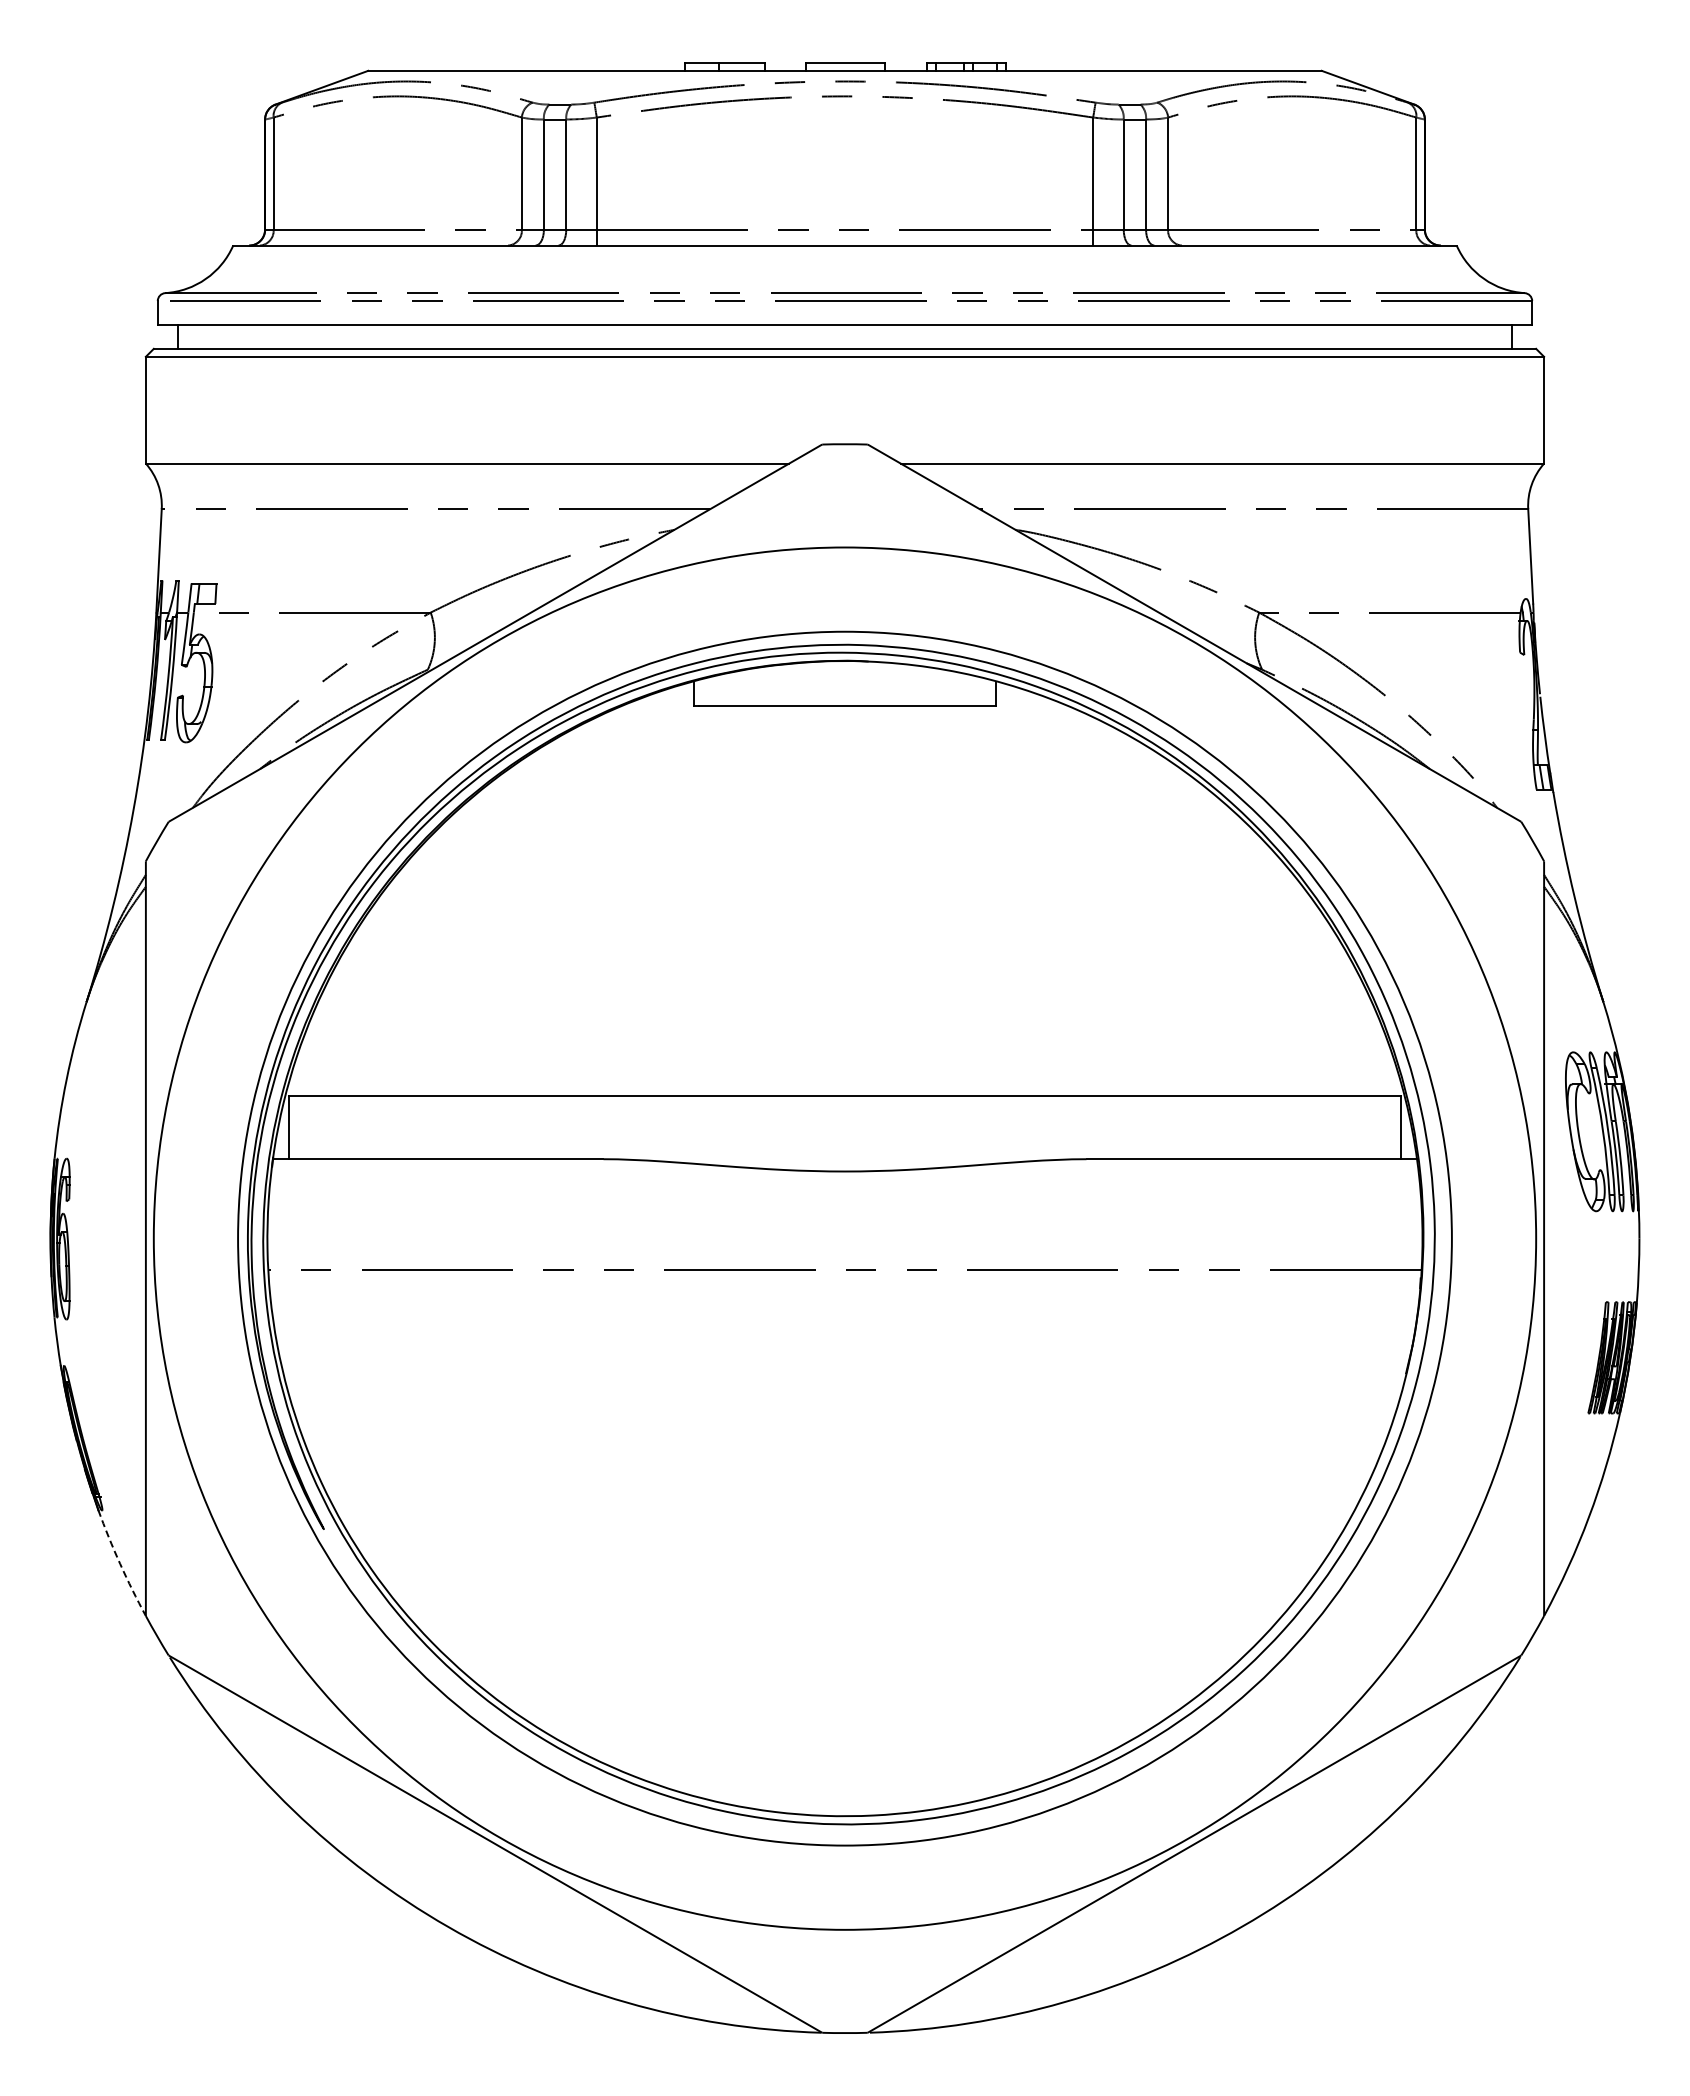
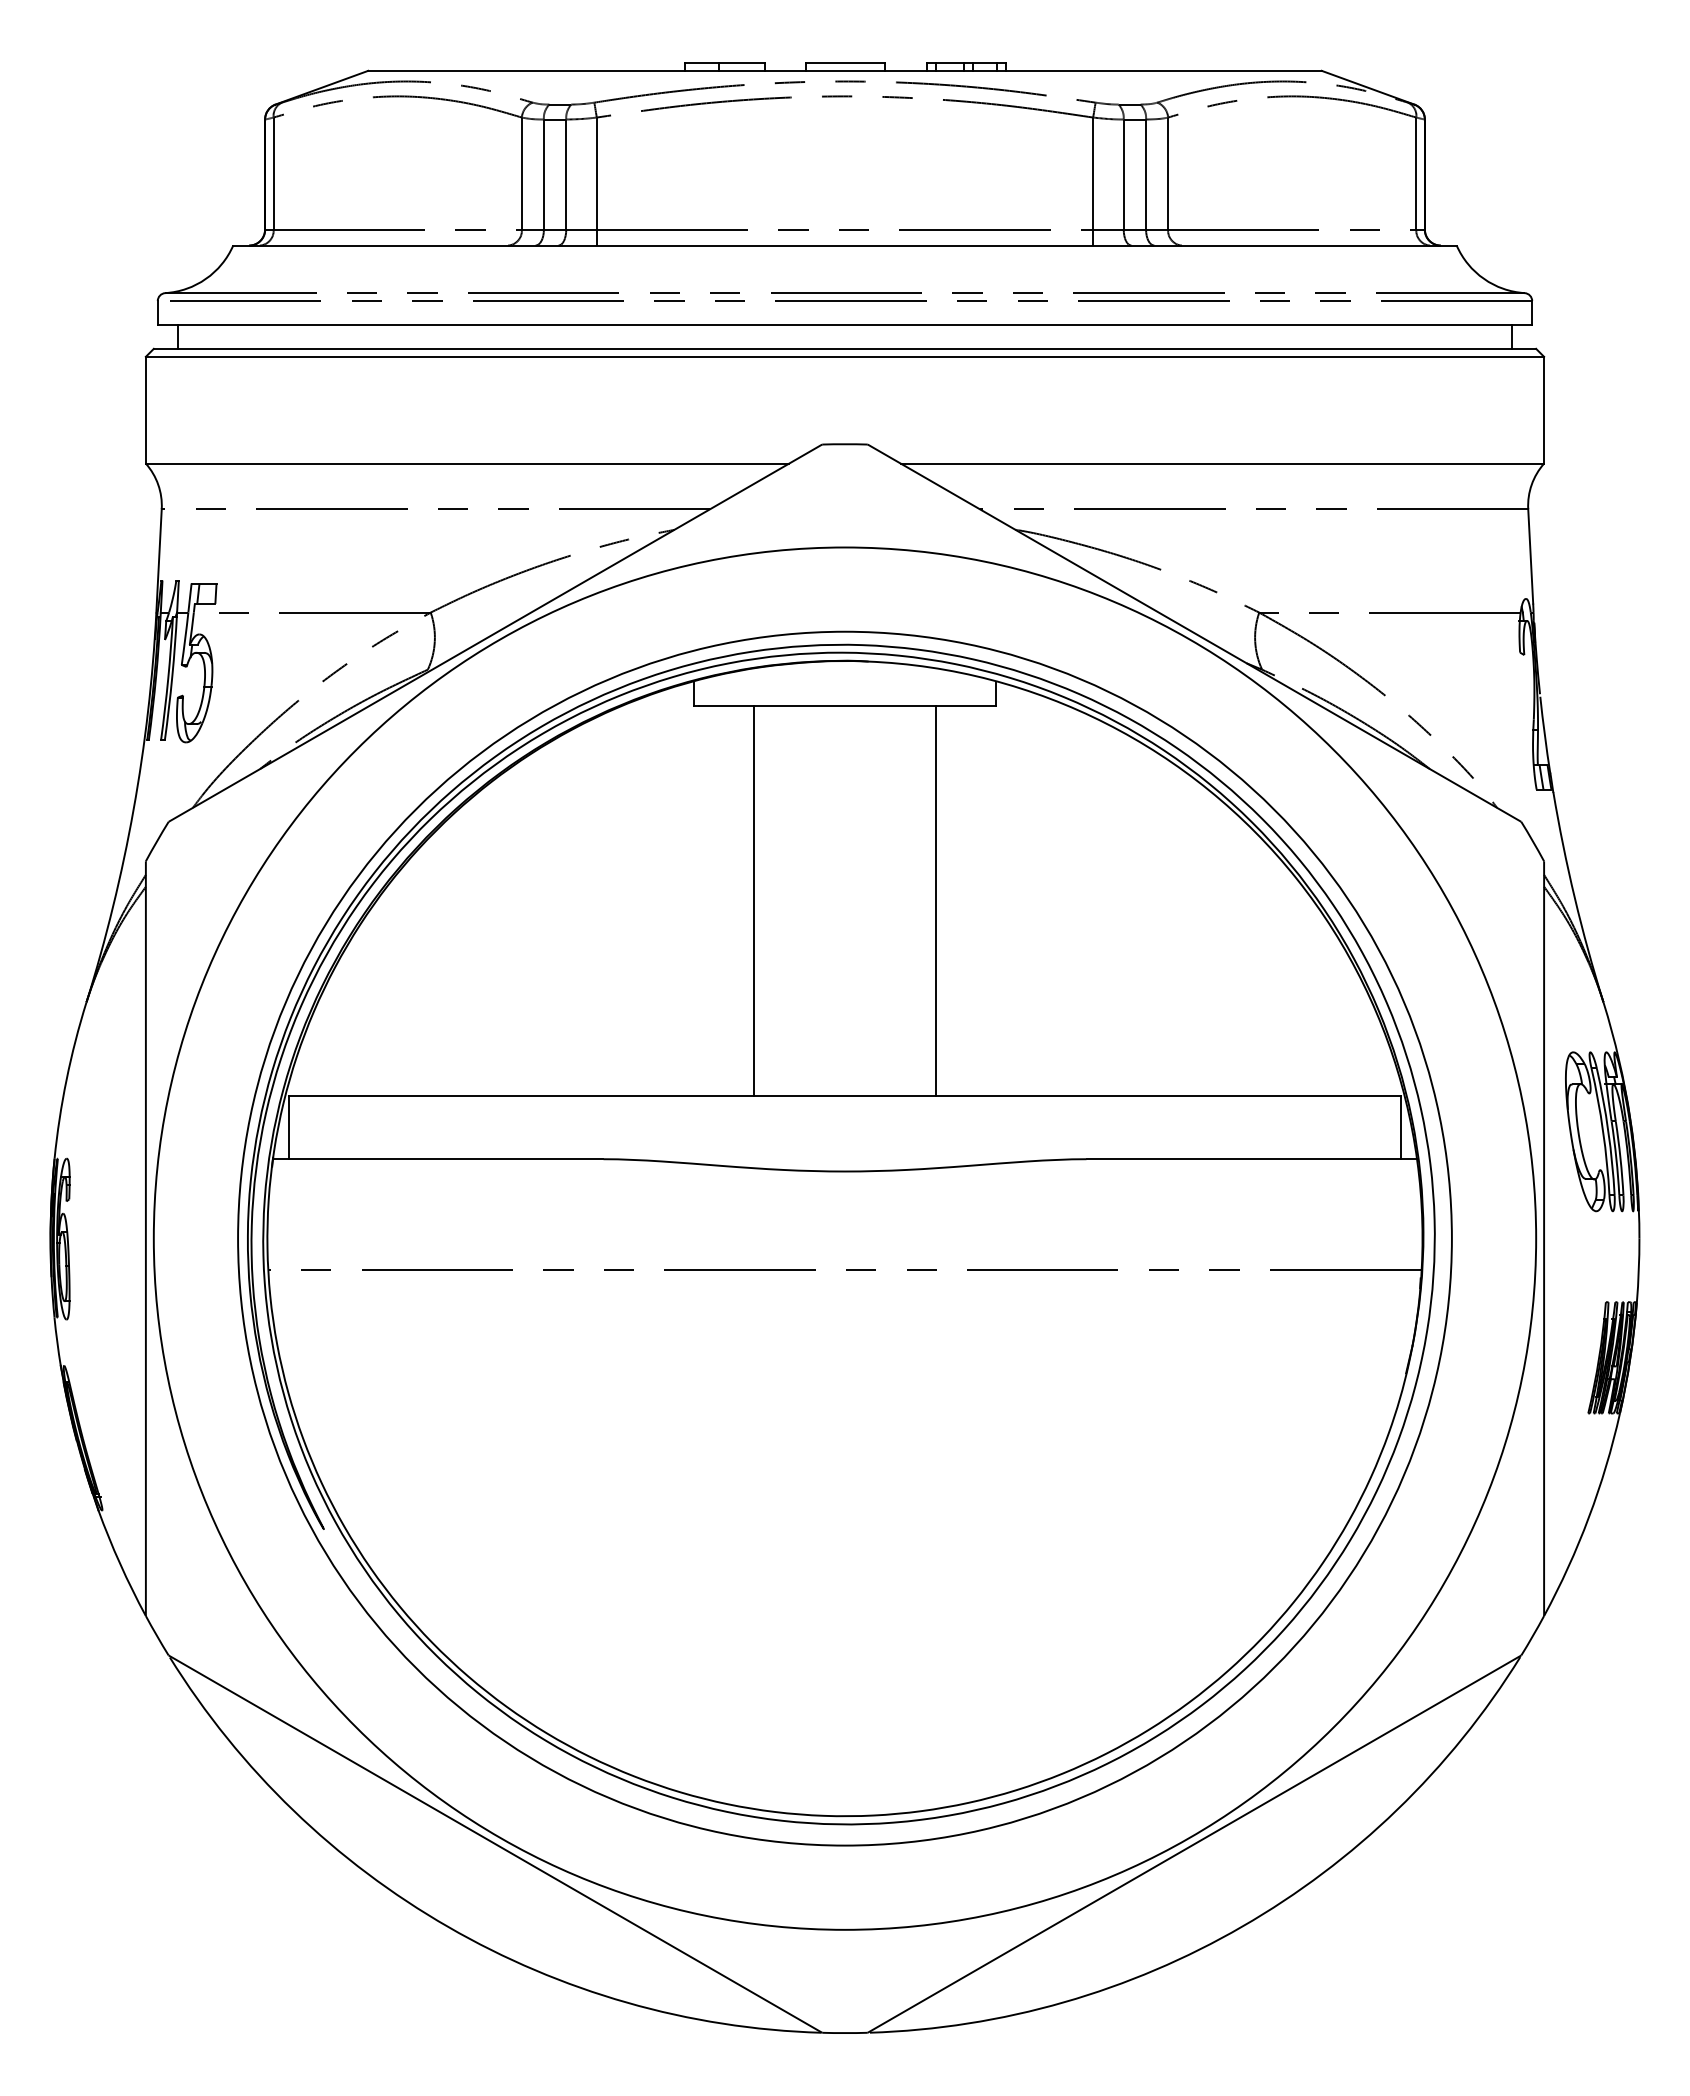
line at (753, 900): none -> present
line at (936, 900): none -> present
arc at (120, 1563): dashed -> solid
